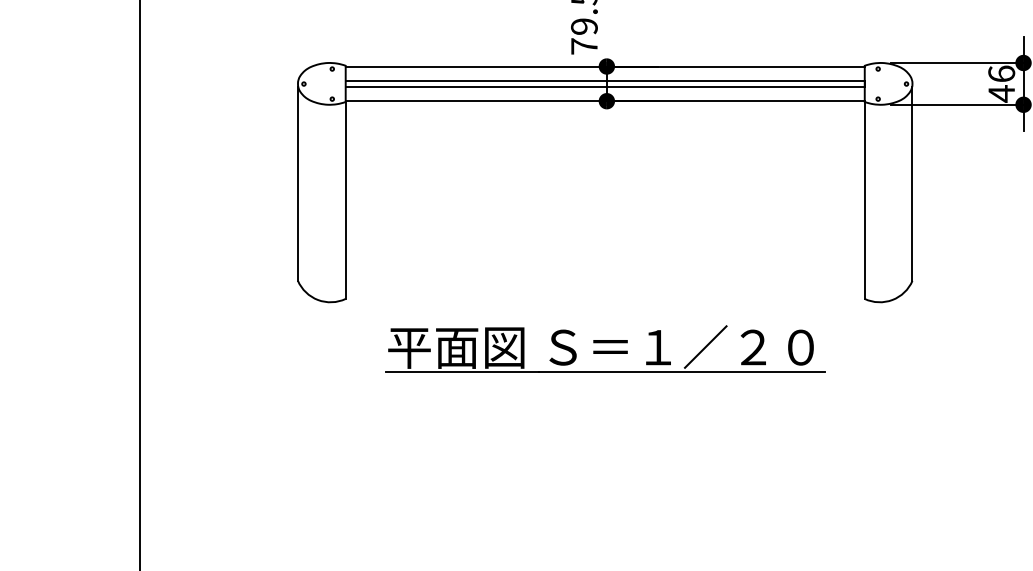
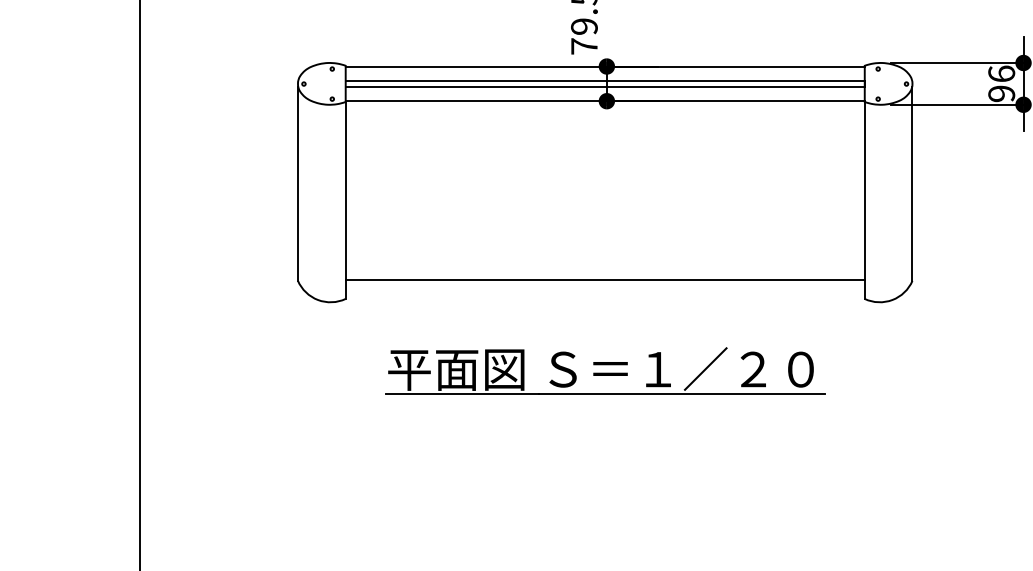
text at (1001, 93): 46 -> 96
line at (604, 280): none -> present
part at (605, 348) position: (605, 348) -> (605, 370)
